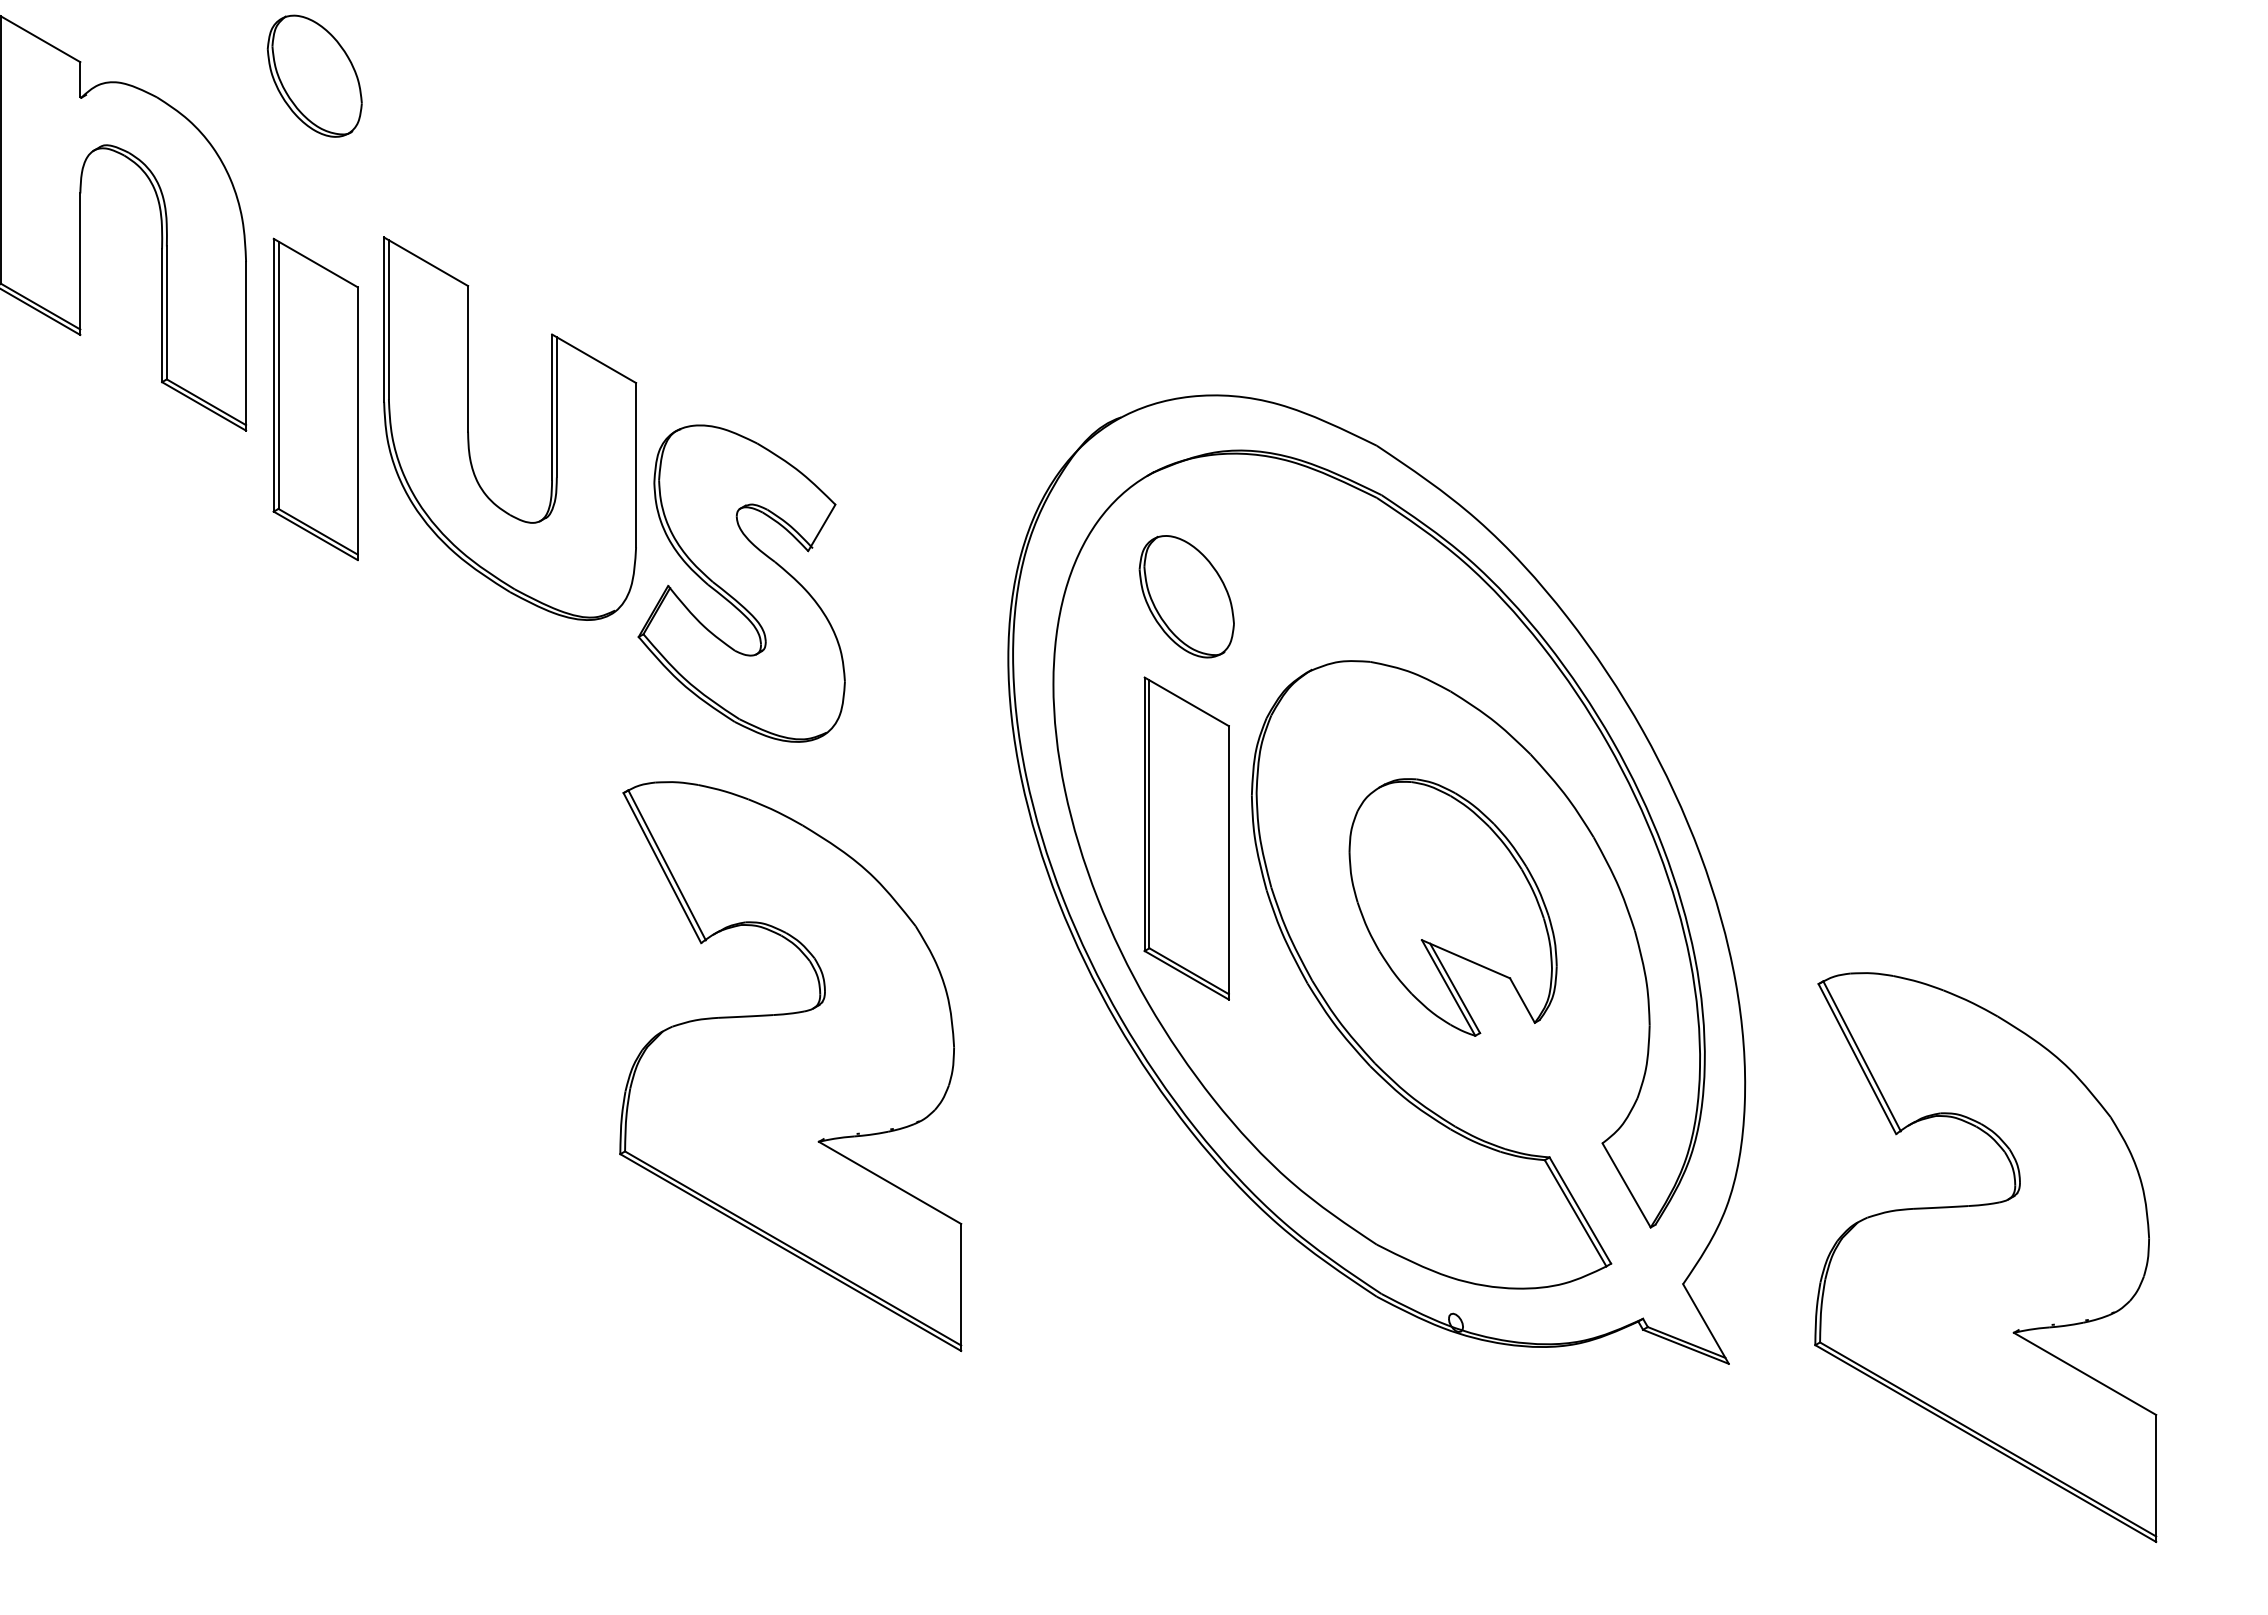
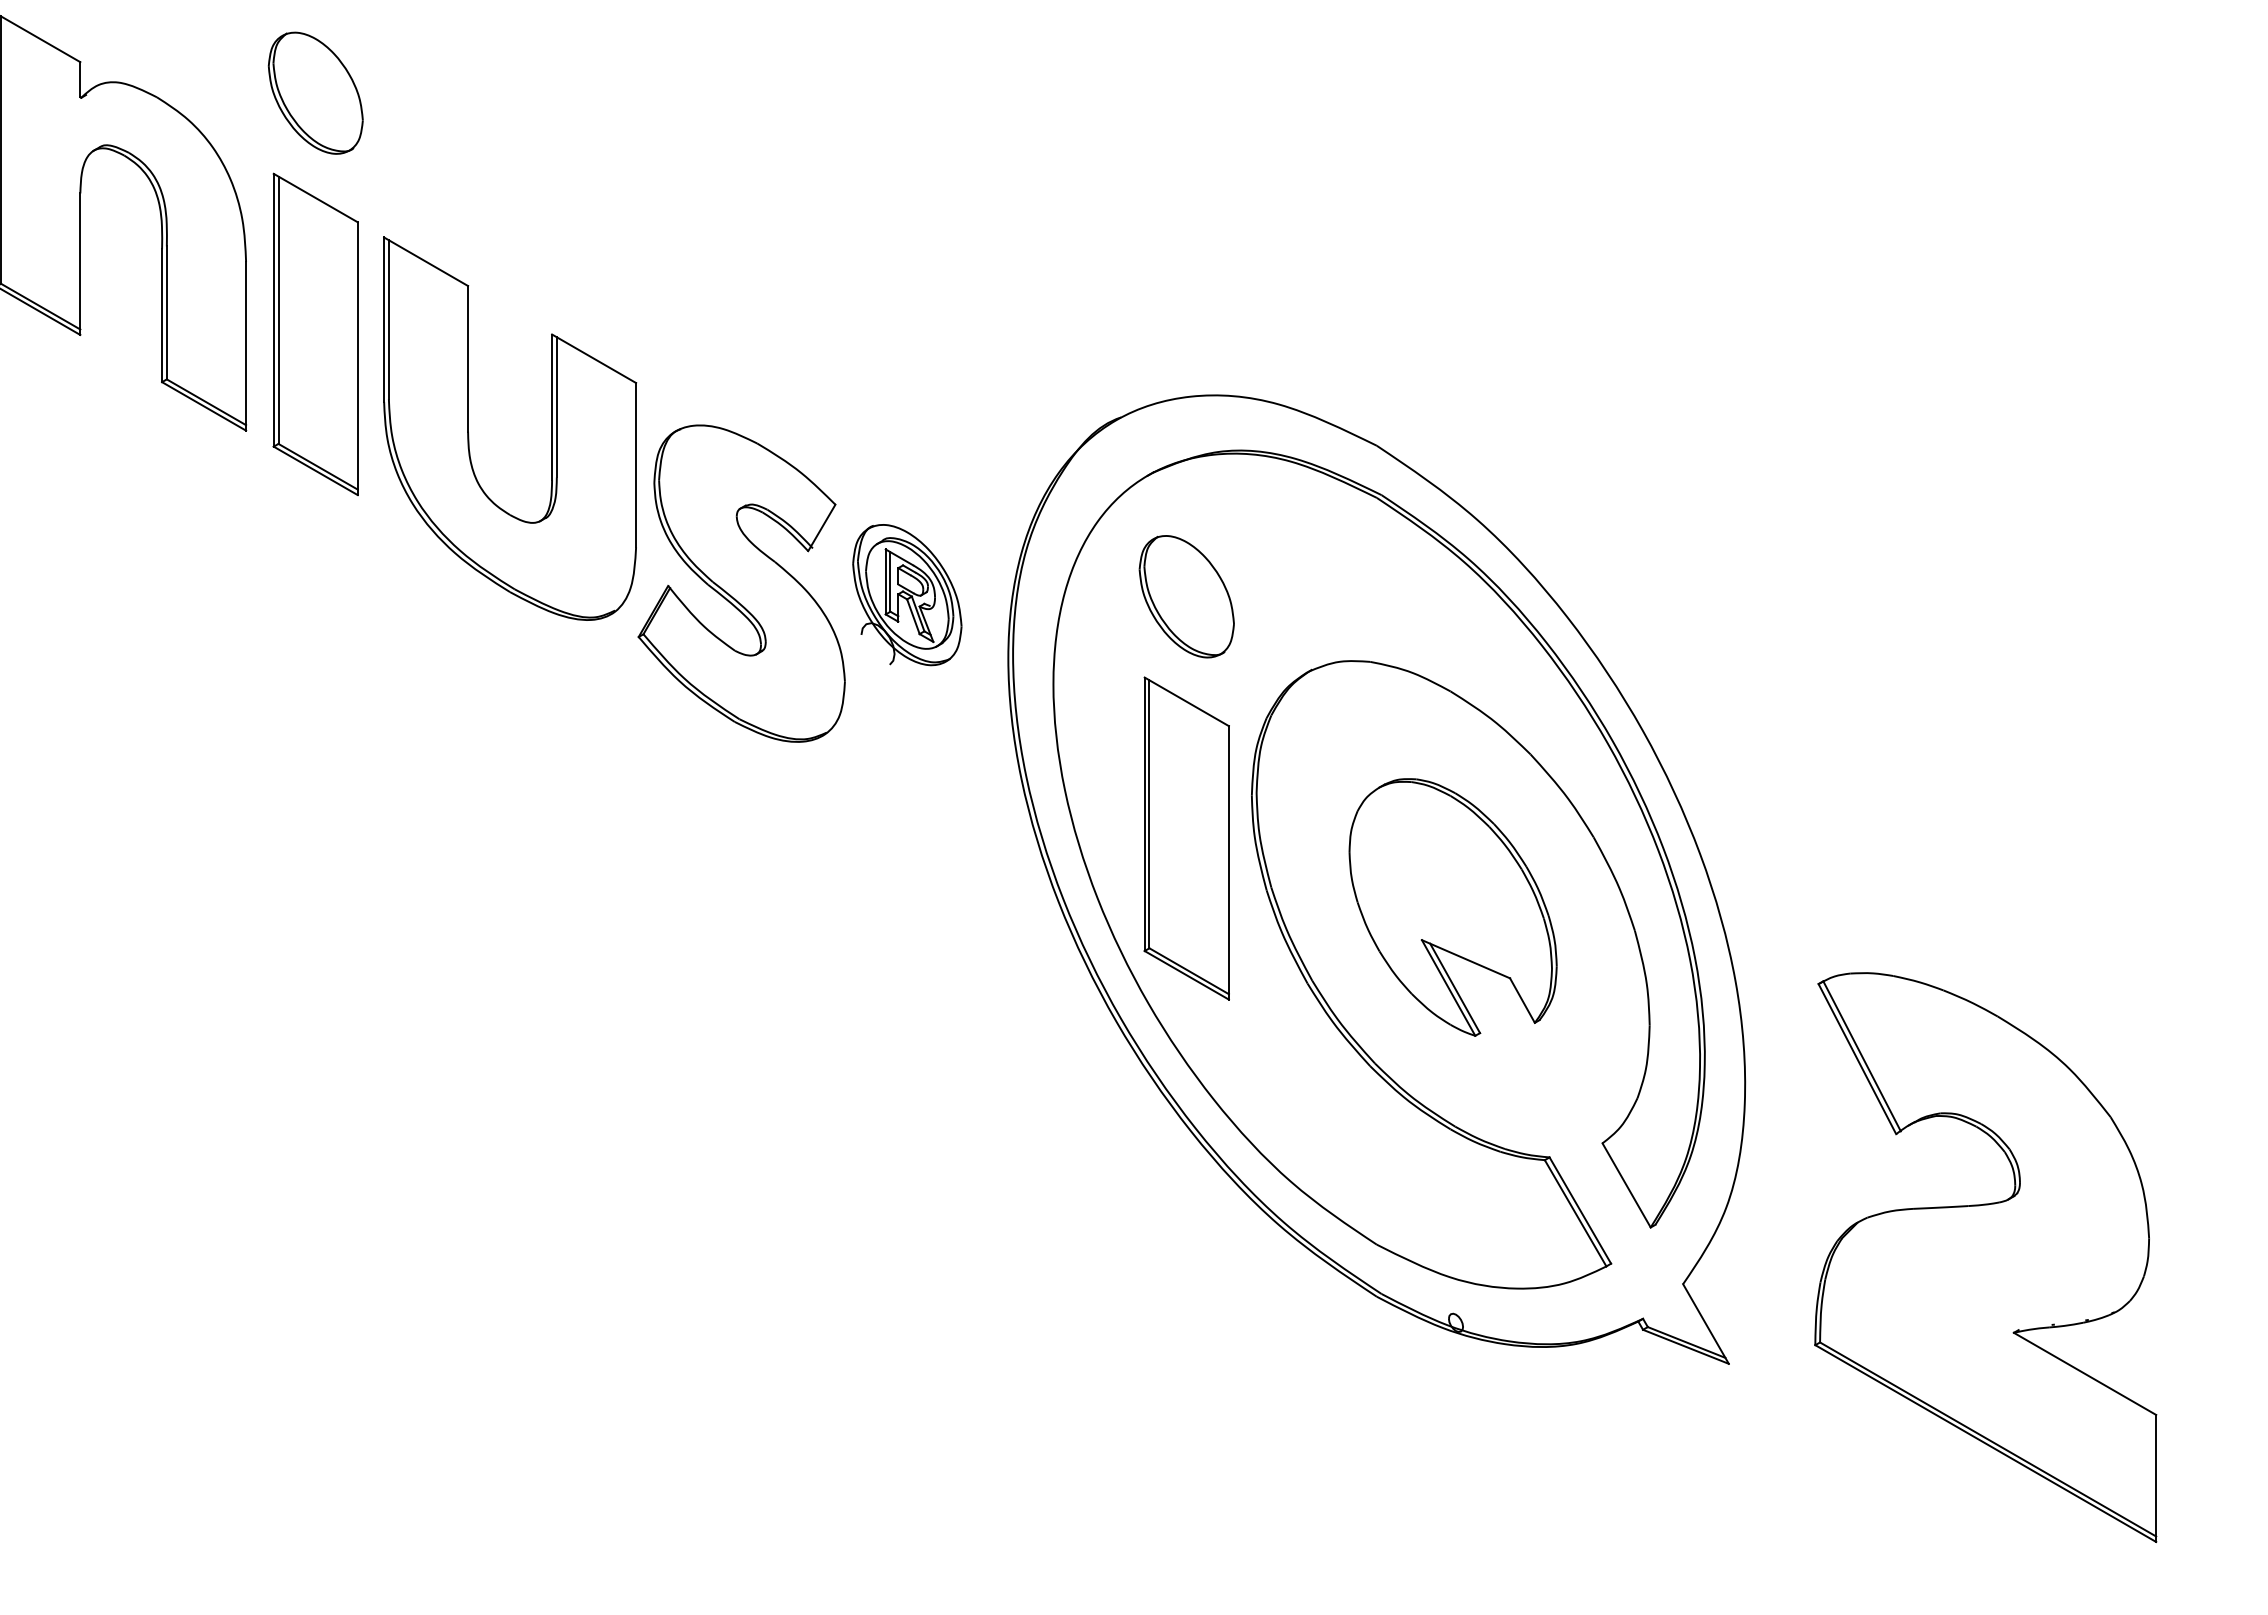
part at (314, 75) position: (314, 75) -> (315, 92)
part at (315, 398) position: (315, 398) -> (315, 333)
part at (907, 595): none -> present
part at (790, 1066): present -> none
